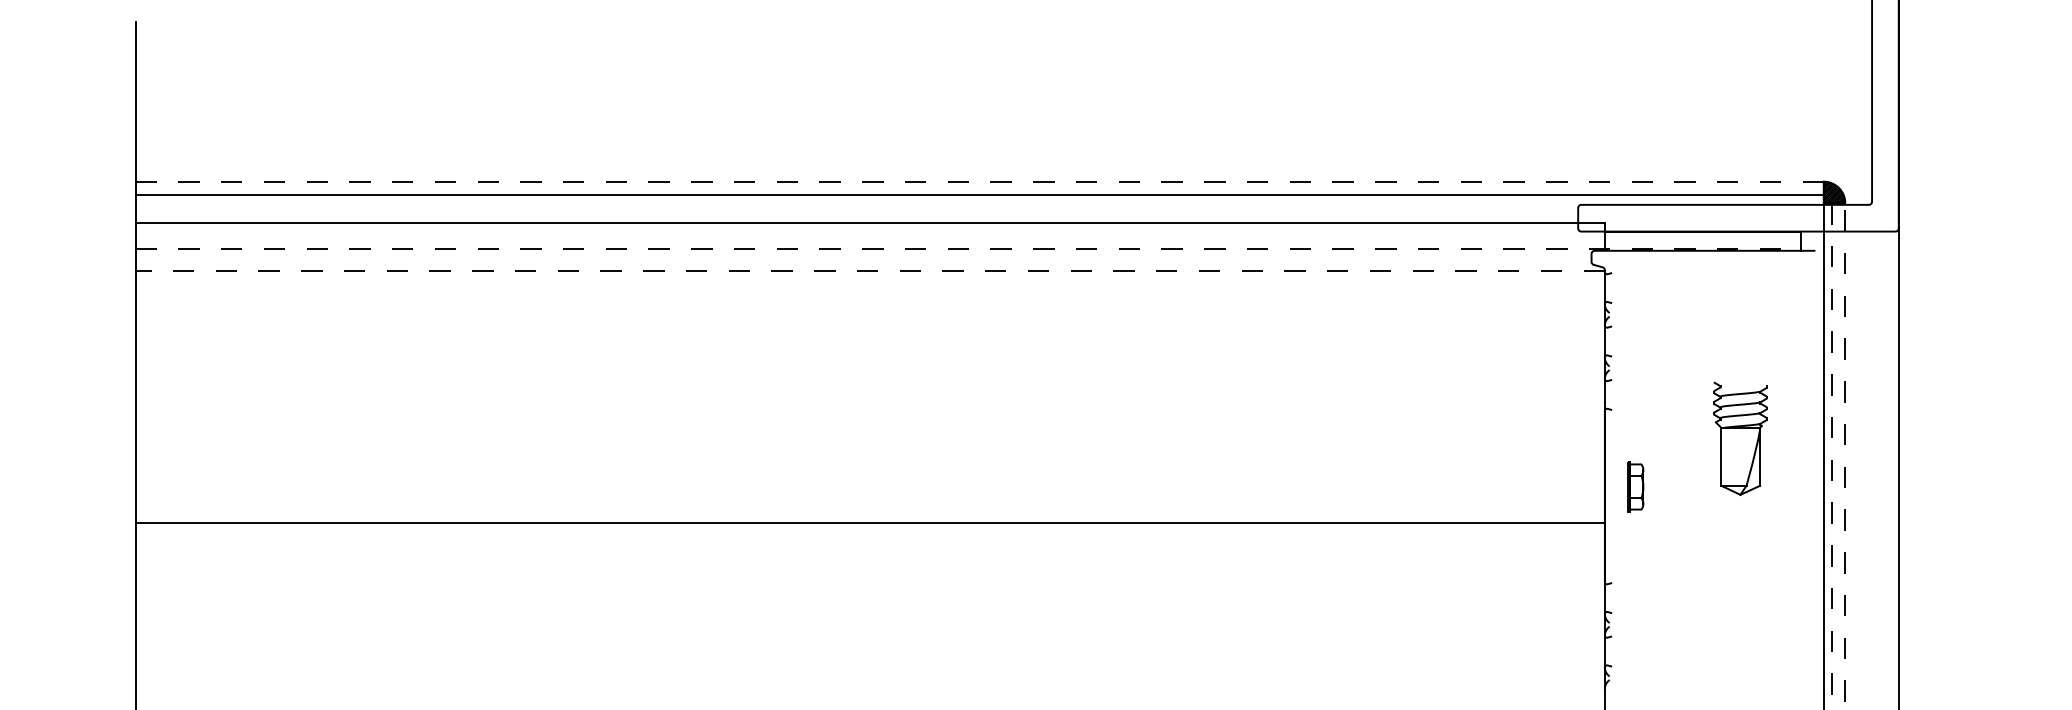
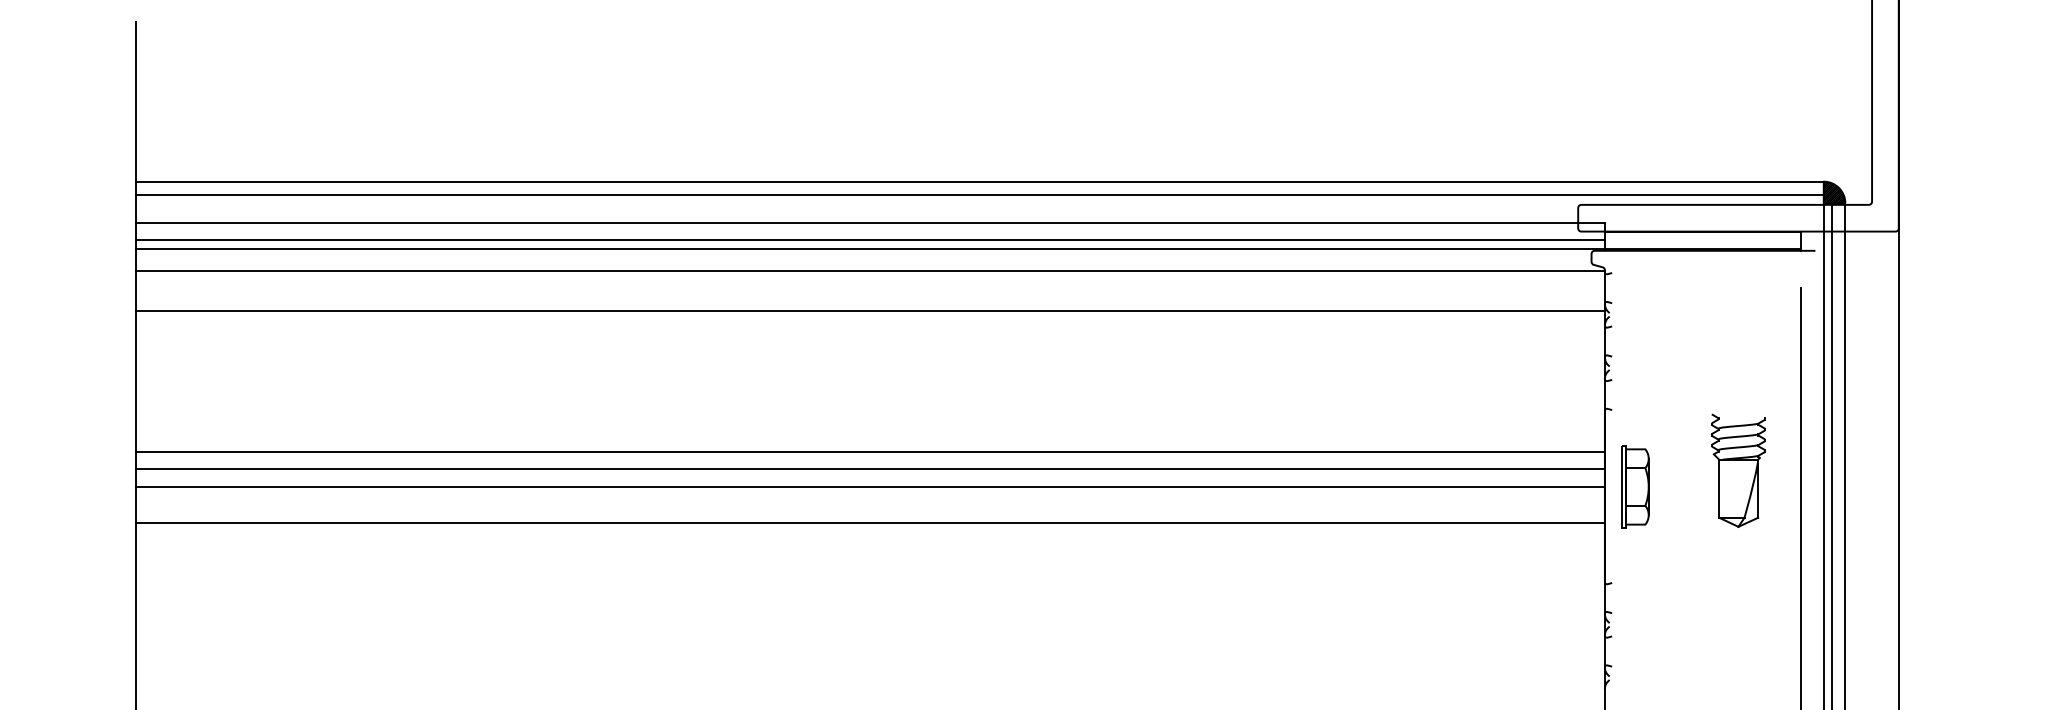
line at (980, 181): dashed -> solid
line at (869, 240): none -> present
line at (968, 248): dashed -> solid
line at (870, 270): dashed -> solid
line at (869, 310): none -> present
part at (1740, 438) position: (1740, 438) -> (1738, 470)
line at (869, 451): none -> present
line at (1831, 456): dashed -> solid
line at (1845, 456): dashed -> solid
line at (869, 469): none -> present
line at (869, 486): none -> present
part at (1635, 486) size: 18x52 px -> 29x84 px
line at (1801, 496): none -> present
